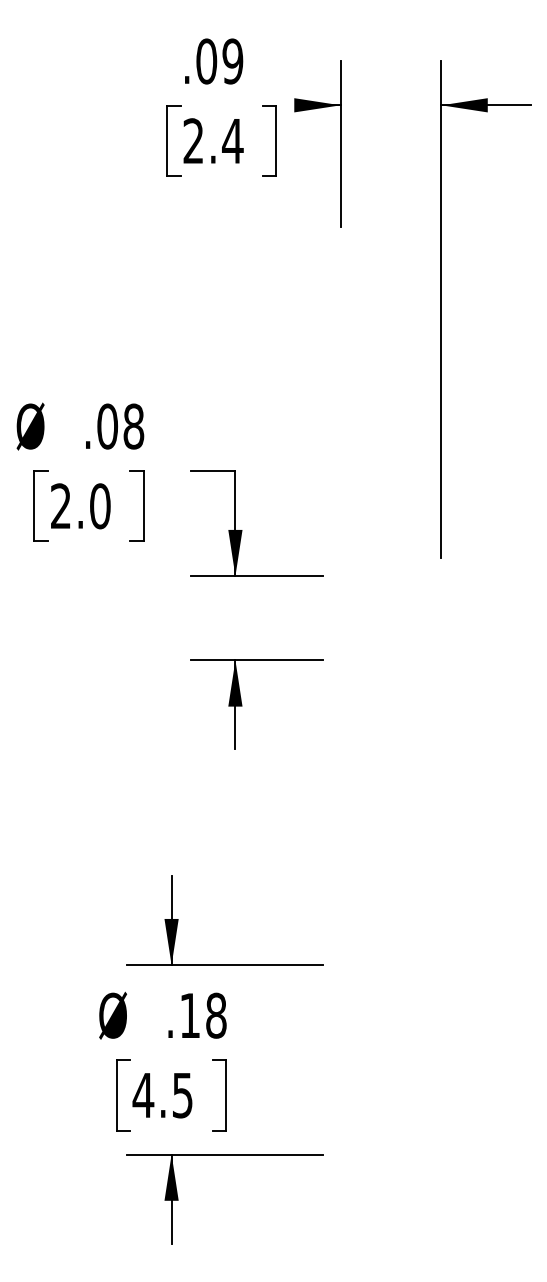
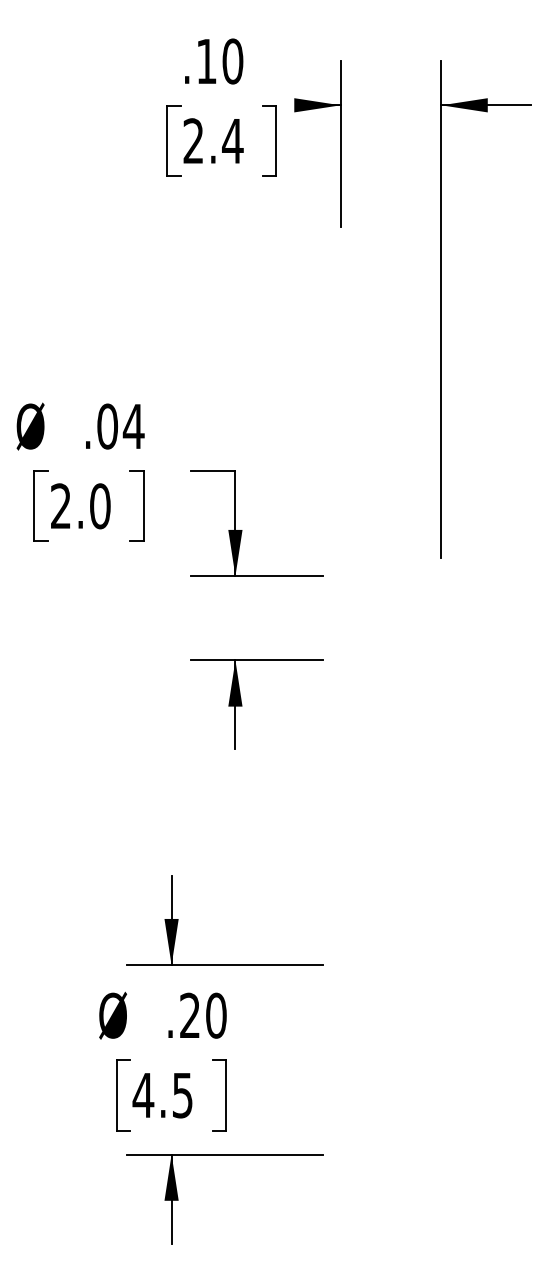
text at (219, 61): .09 -> .10
text at (133, 426): .08 -> .04
text at (203, 1015): .18 -> .20
